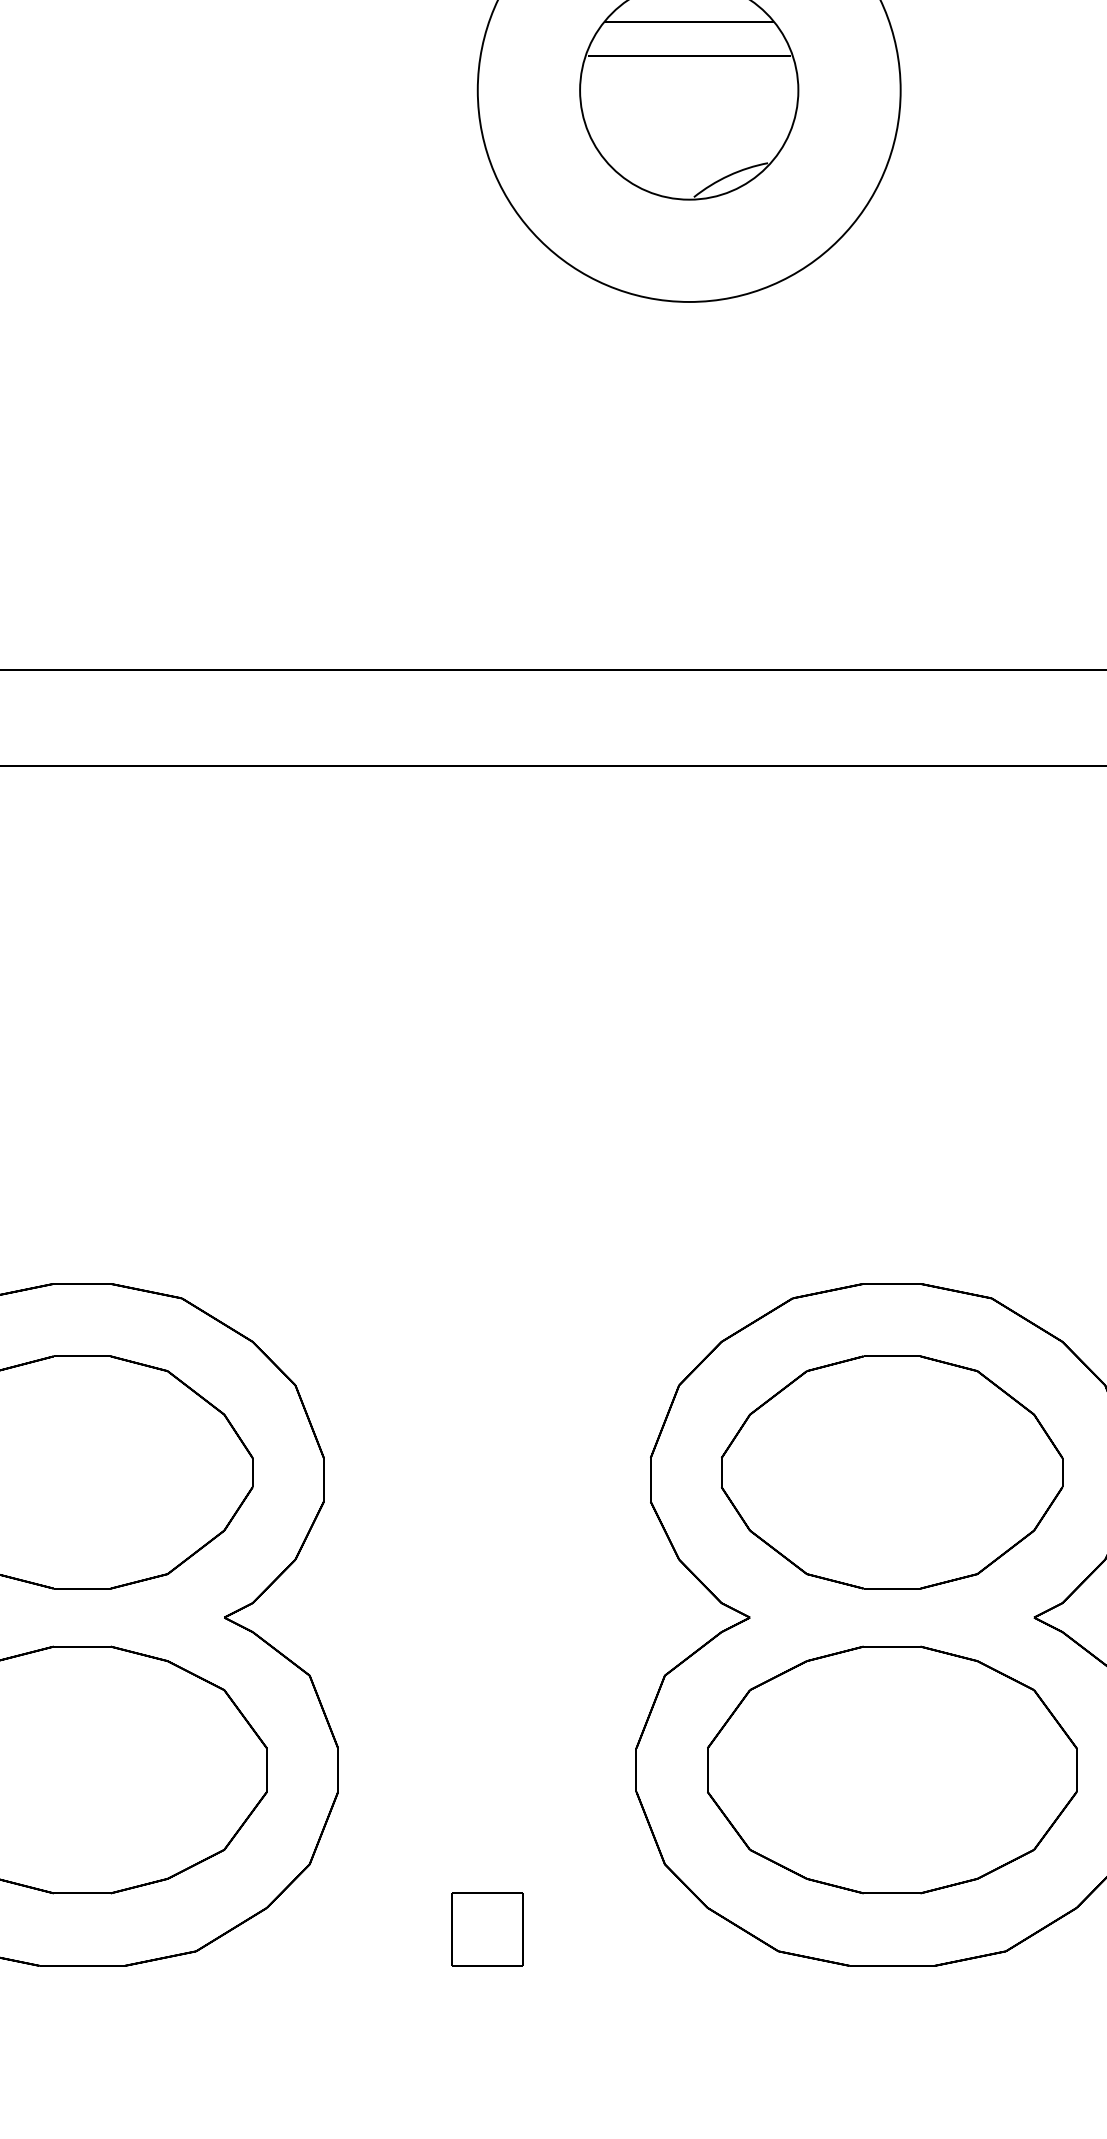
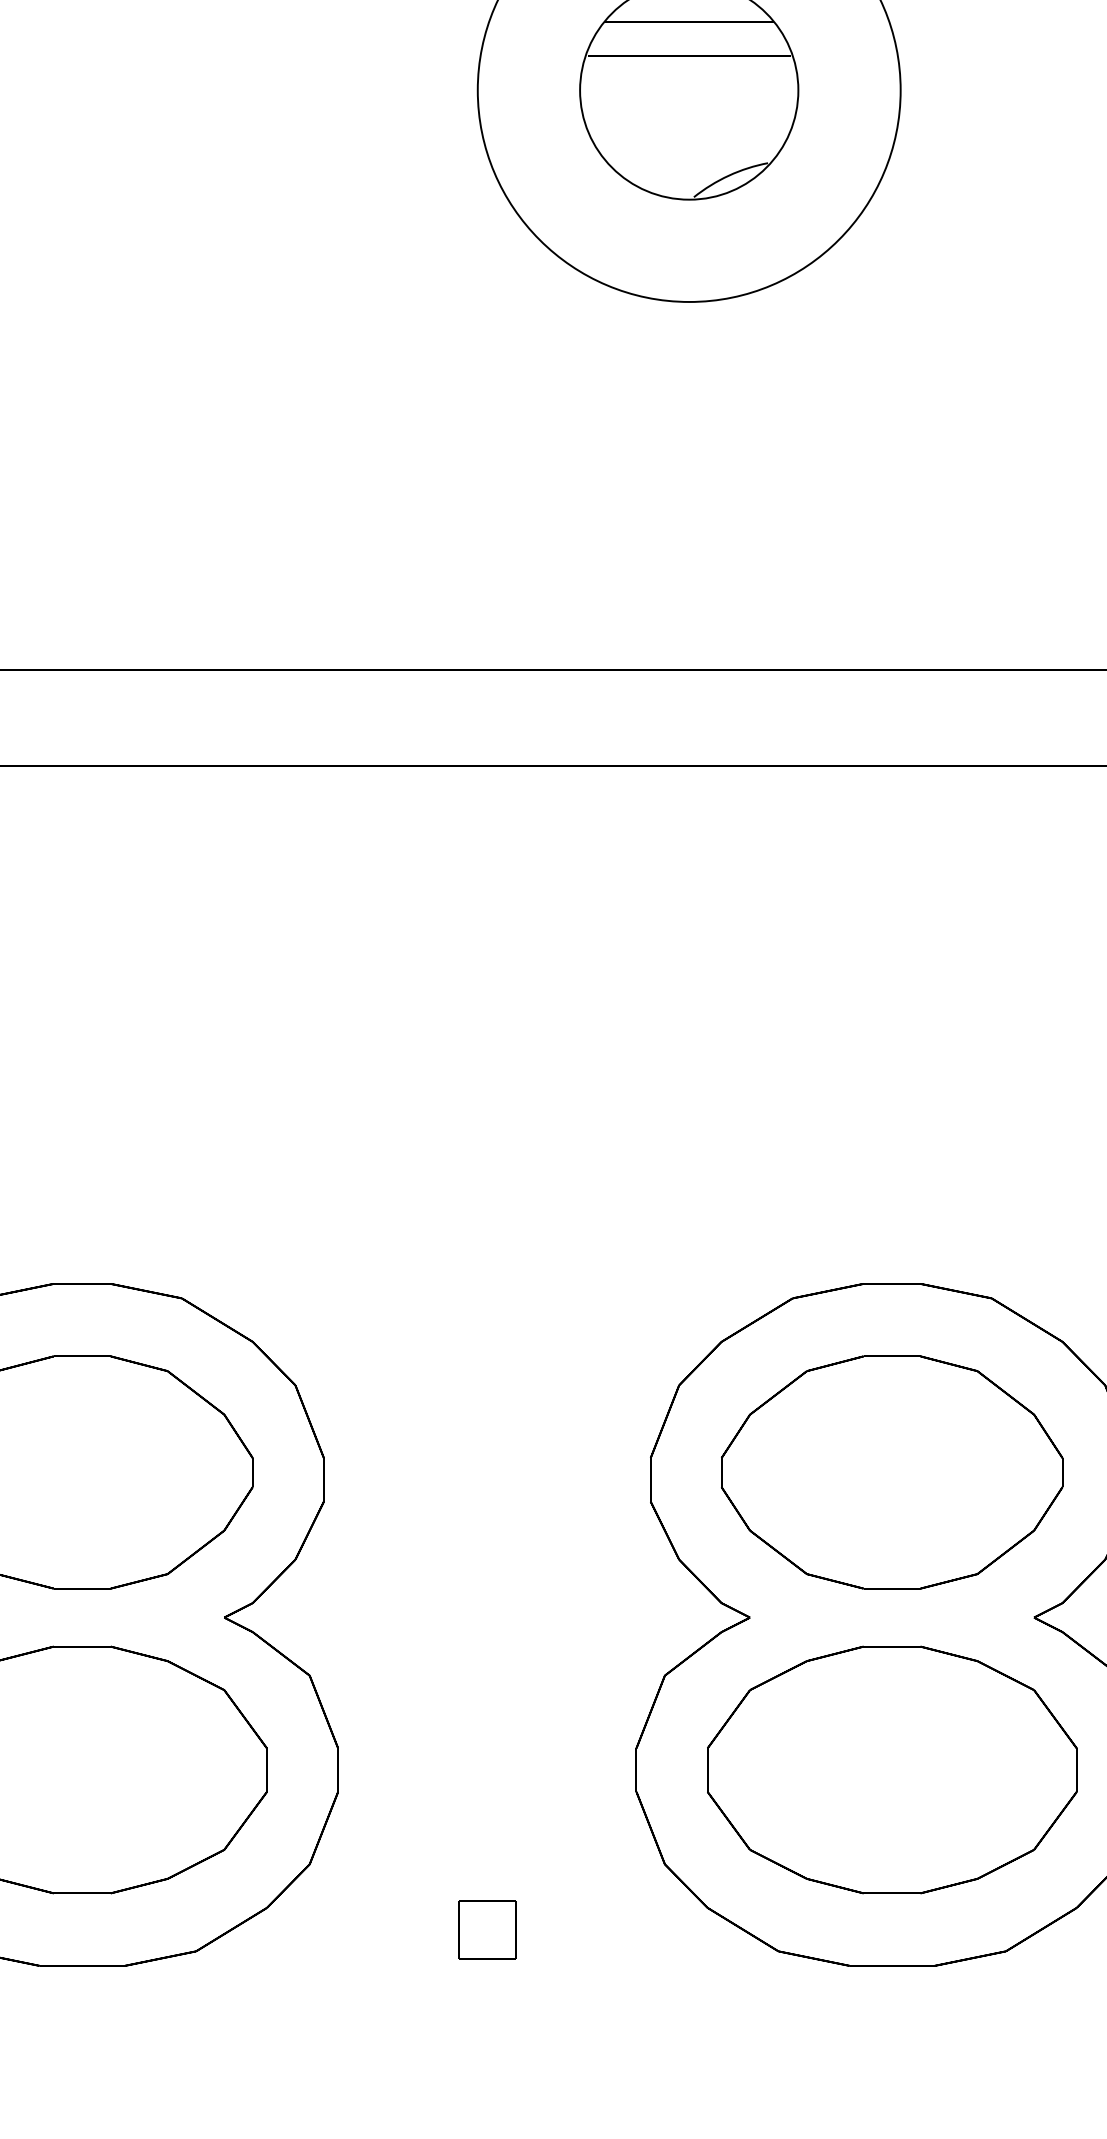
part at (487, 1929) size: 73x75 px -> 59x60 px
